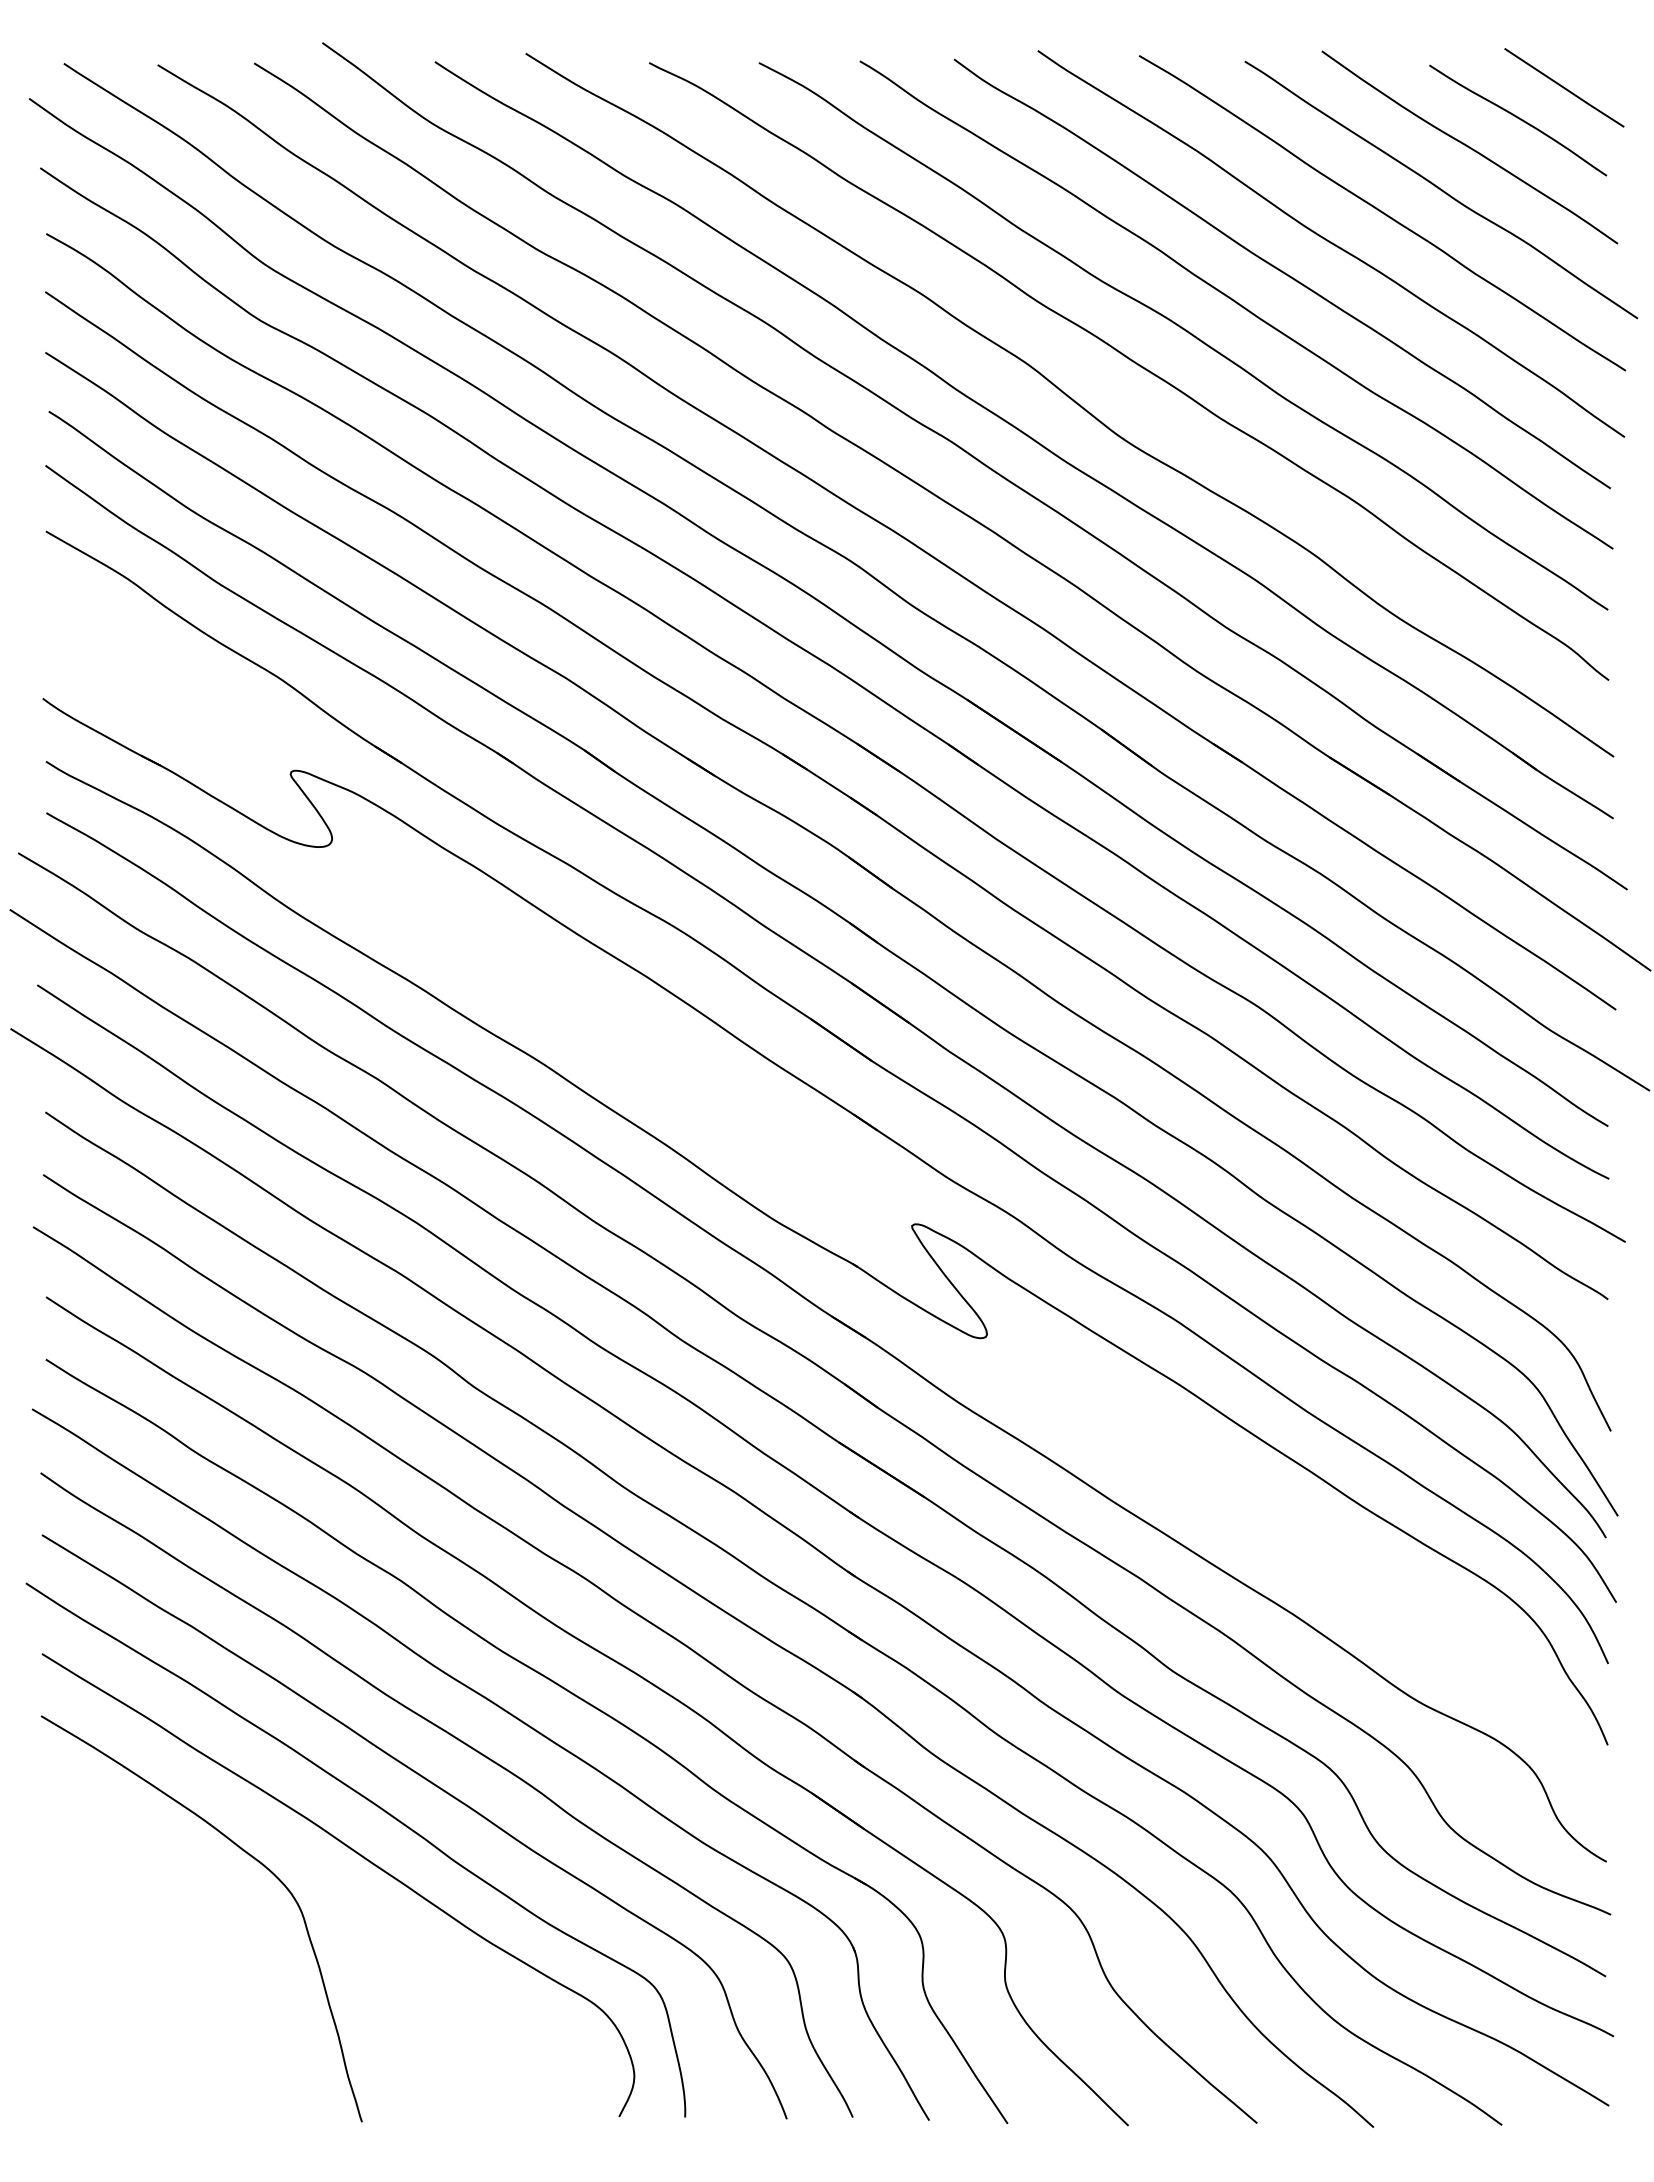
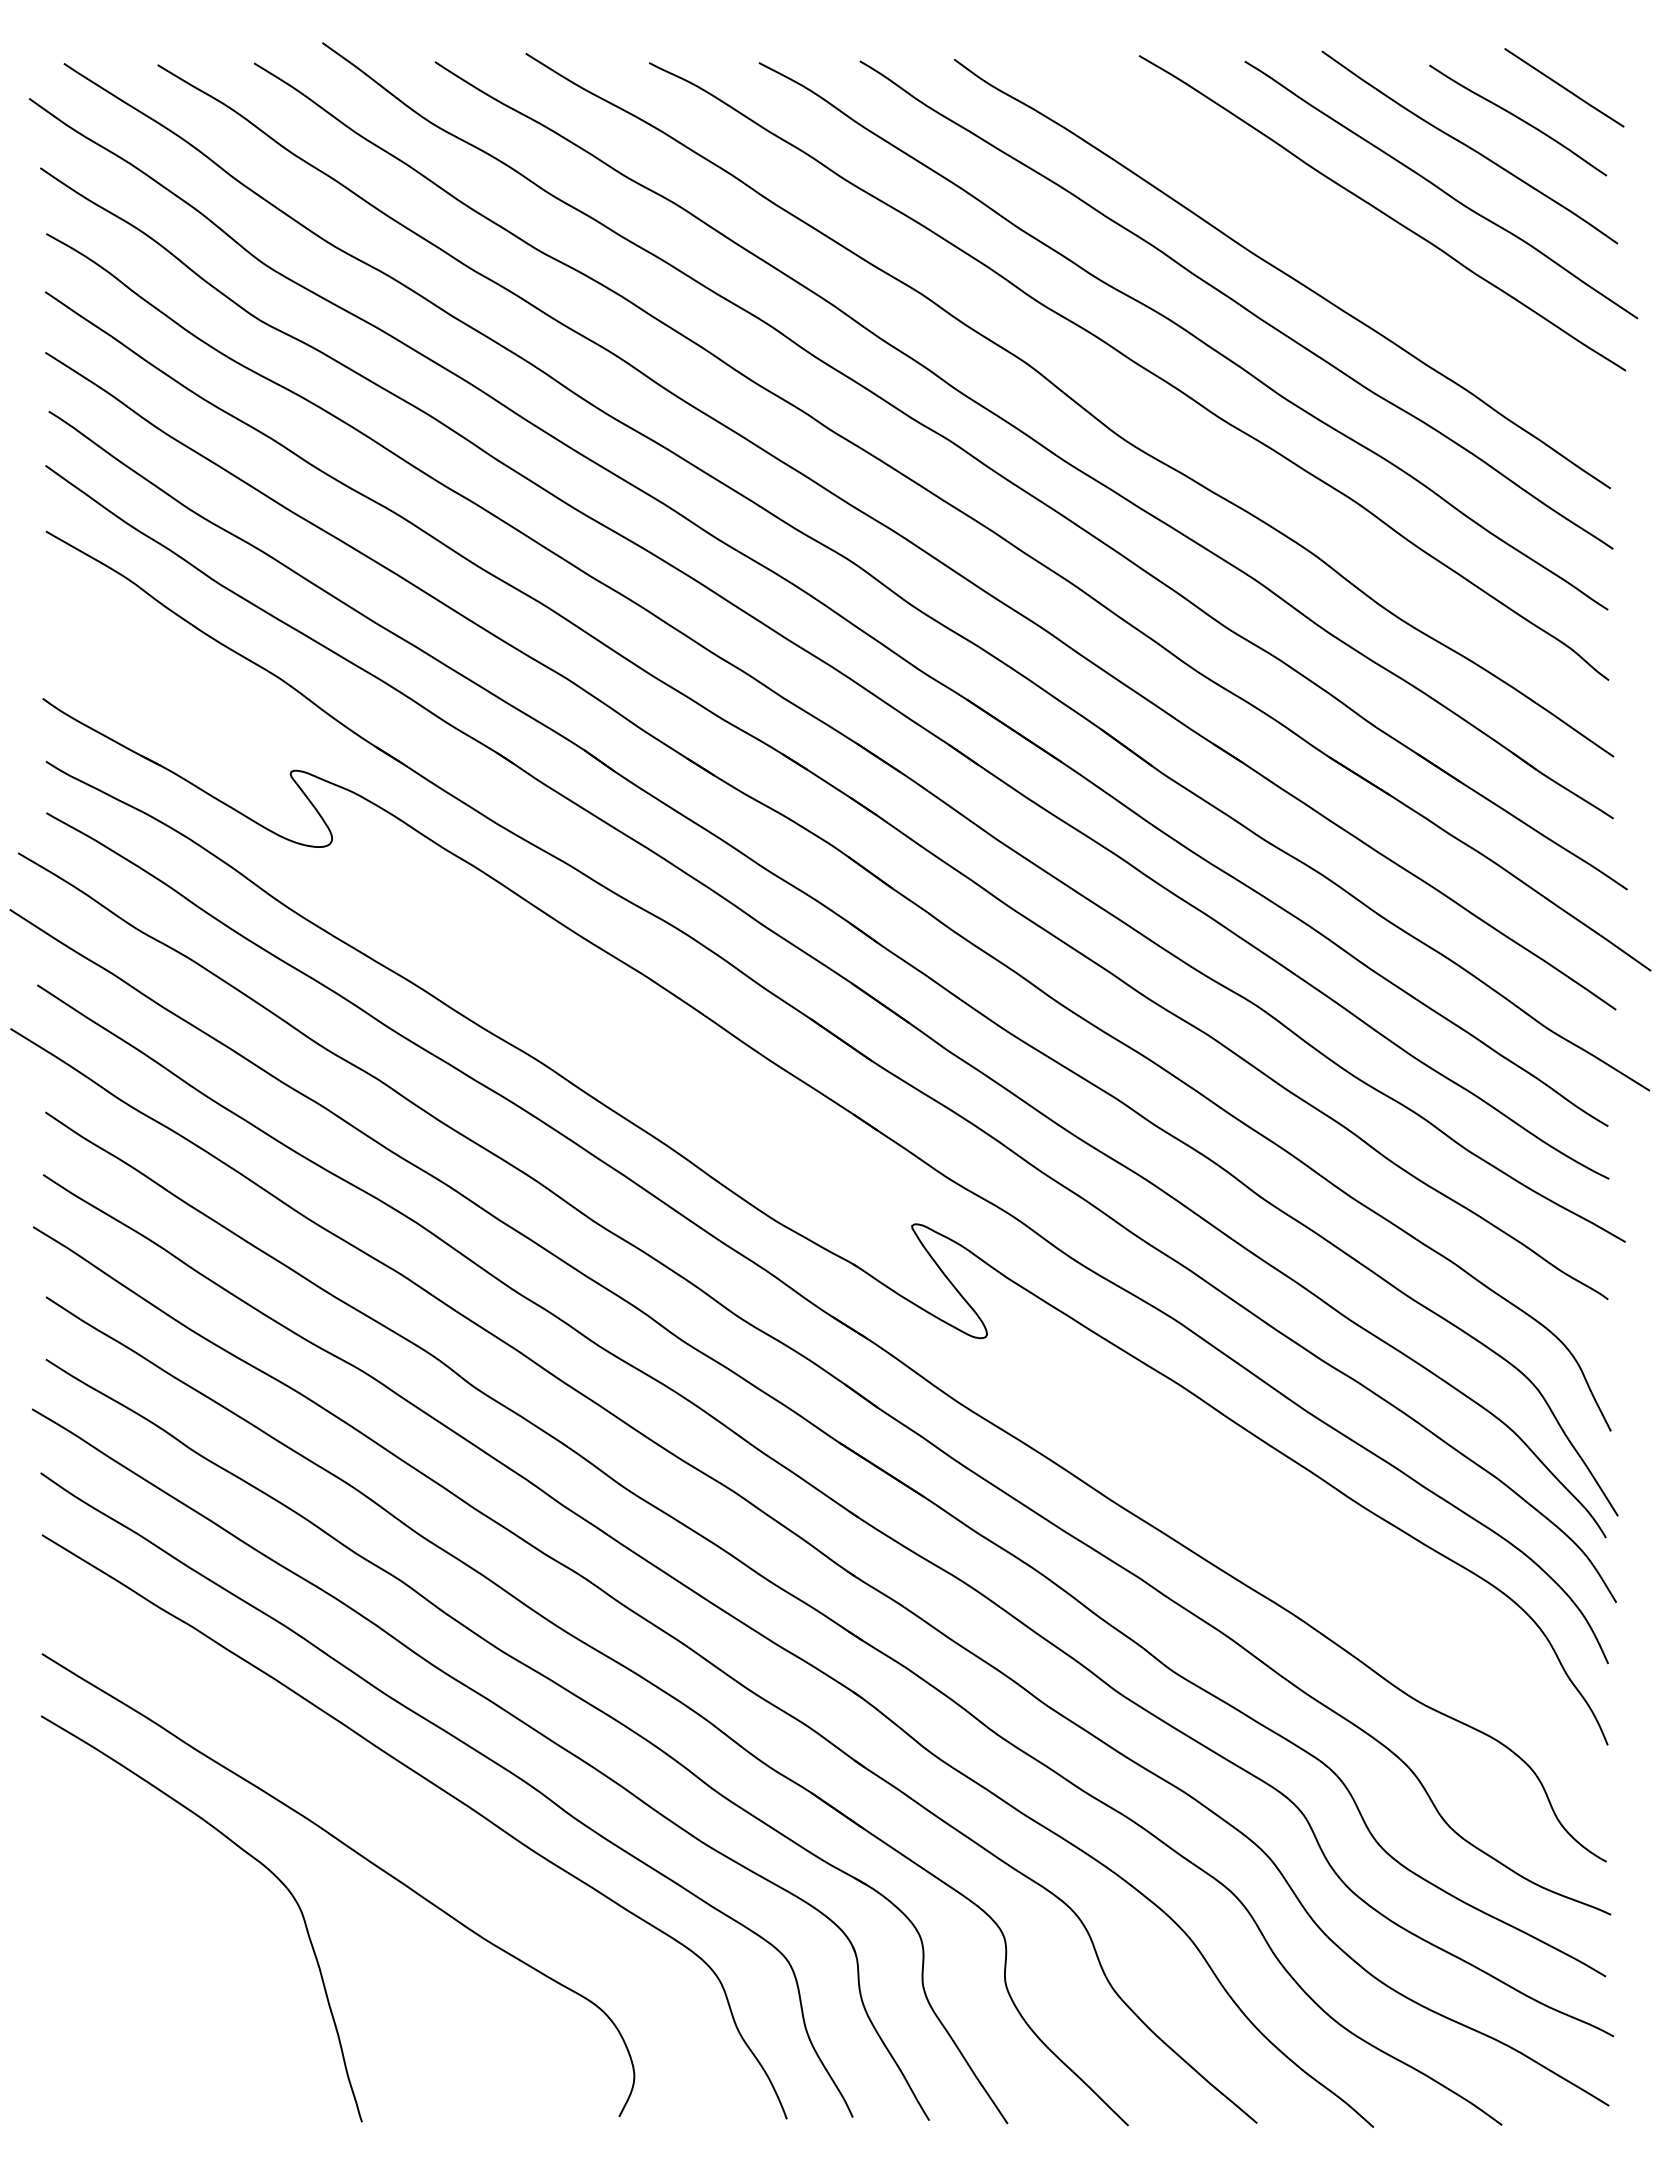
curve at (1331, 243): present -> none
curve at (380, 1809): present -> none
